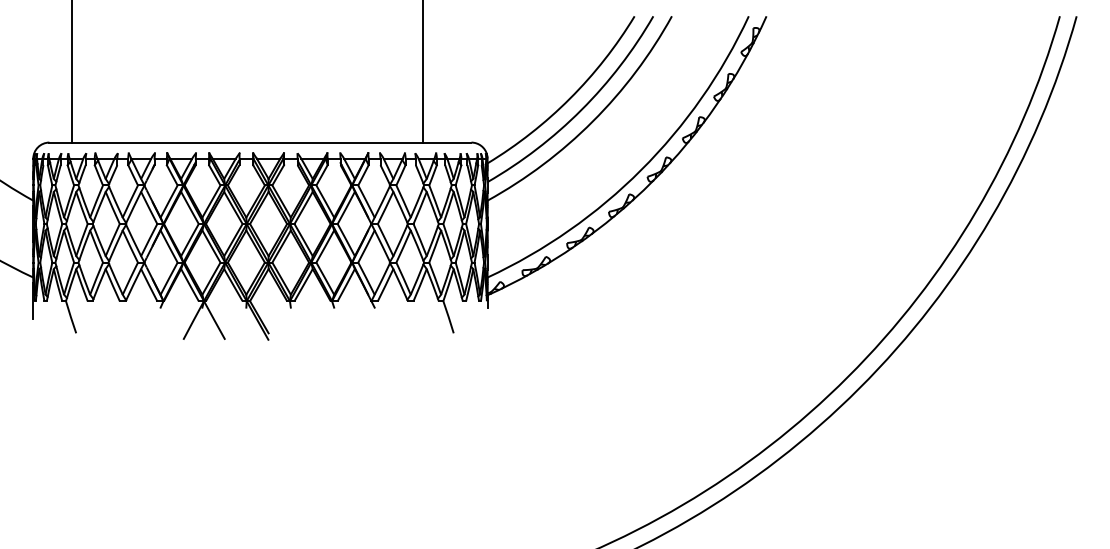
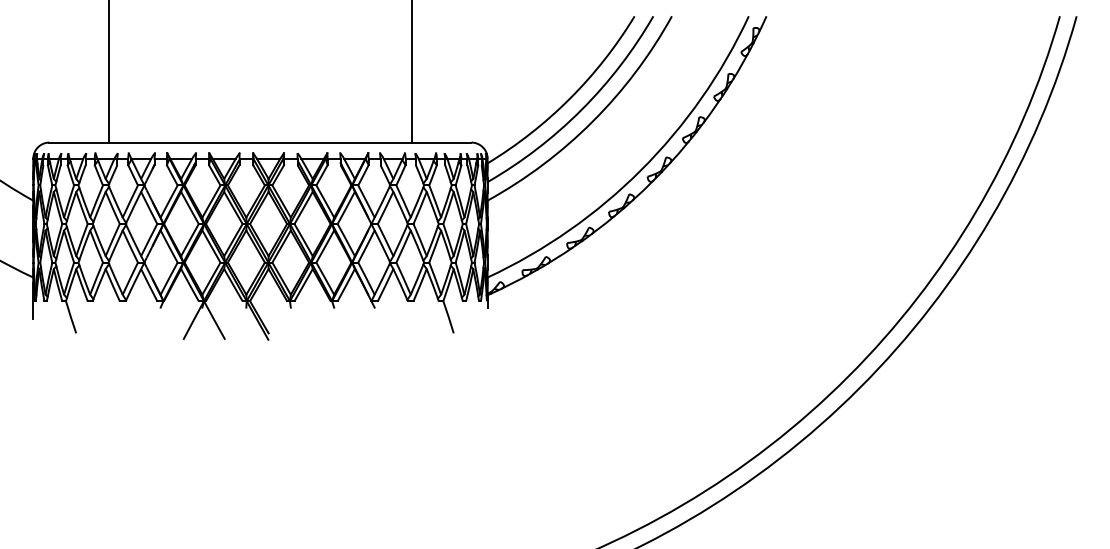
line at (72, 72) position: (72, 72) -> (109, 72)
line at (422, 72) position: (422, 72) -> (411, 72)
